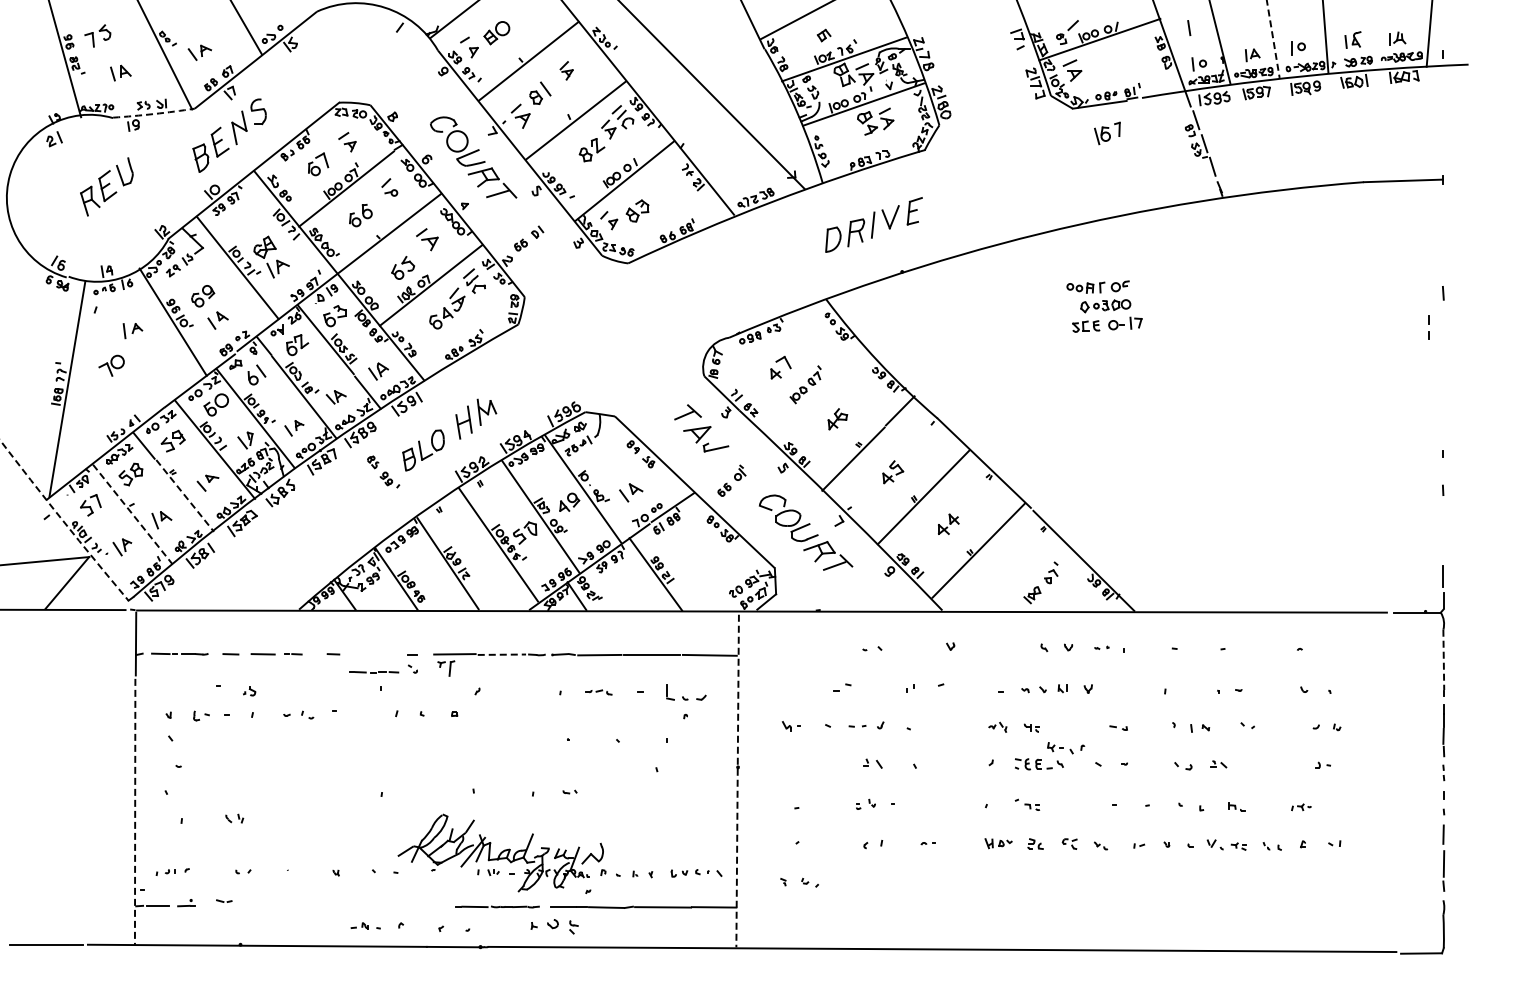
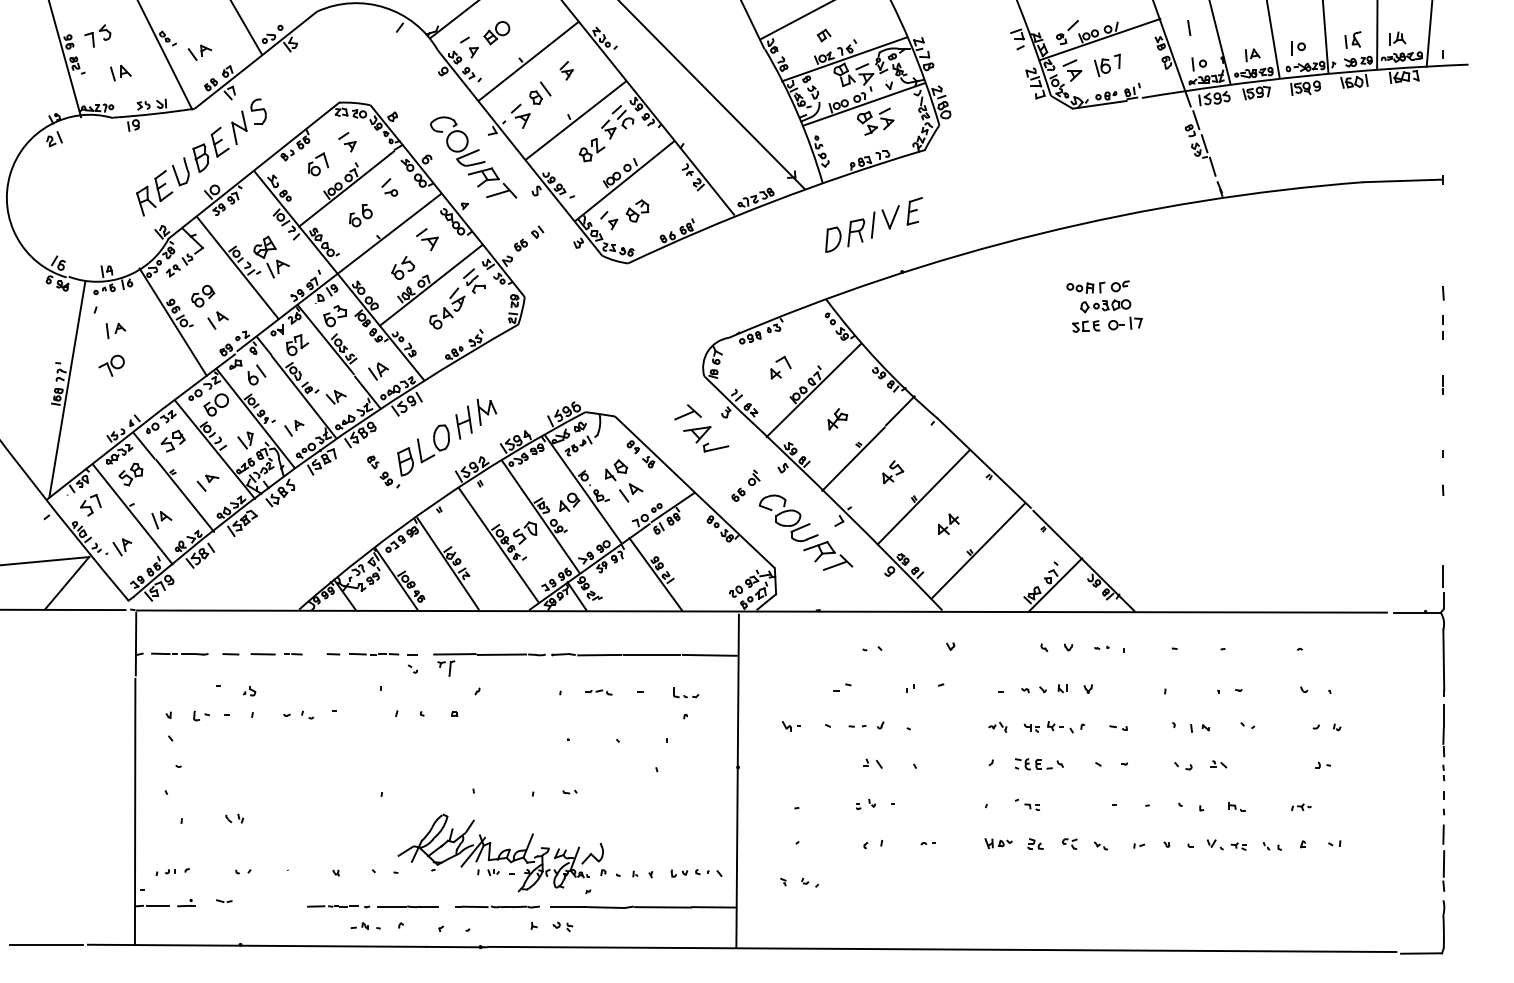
line at (1377, 35): none -> present
line at (1273, 39): dashed -> solid
arc at (154, 114): dashed -> solid
part at (1107, 133) position: (1107, 133) -> (1107, 65)
part at (106, 186) position: (106, 186) -> (162, 186)
line at (1428, 324) position: (1428, 324) -> (1442, 324)
part at (132, 331) position: (132, 331) -> (115, 331)
line at (1442, 384): none -> present
line at (813, 390): none -> present
part at (423, 450) size: 43x43 px -> 53x53 px
part at (616, 470): none -> present
part at (731, 480) position: (731, 480) -> (745, 485)
line at (185, 496): dashed -> solid
line at (132, 514): dashed -> solid
arc at (63, 520): dashed -> solid
line at (1055, 584): none -> present
line at (502, 654): dashed -> solid
line at (1443, 660): dashed -> solid
line at (374, 672) position: (374, 672) -> (374, 654)
part at (686, 692) size: 41x17 px -> 27x12 px
part at (1066, 748) position: (1066, 748) -> (1066, 727)
line at (737, 781): dashed -> solid
line at (135, 811): dashed -> solid
part at (372, 906): none -> present
part at (562, 926) size: 32x16 px -> 22x12 px
